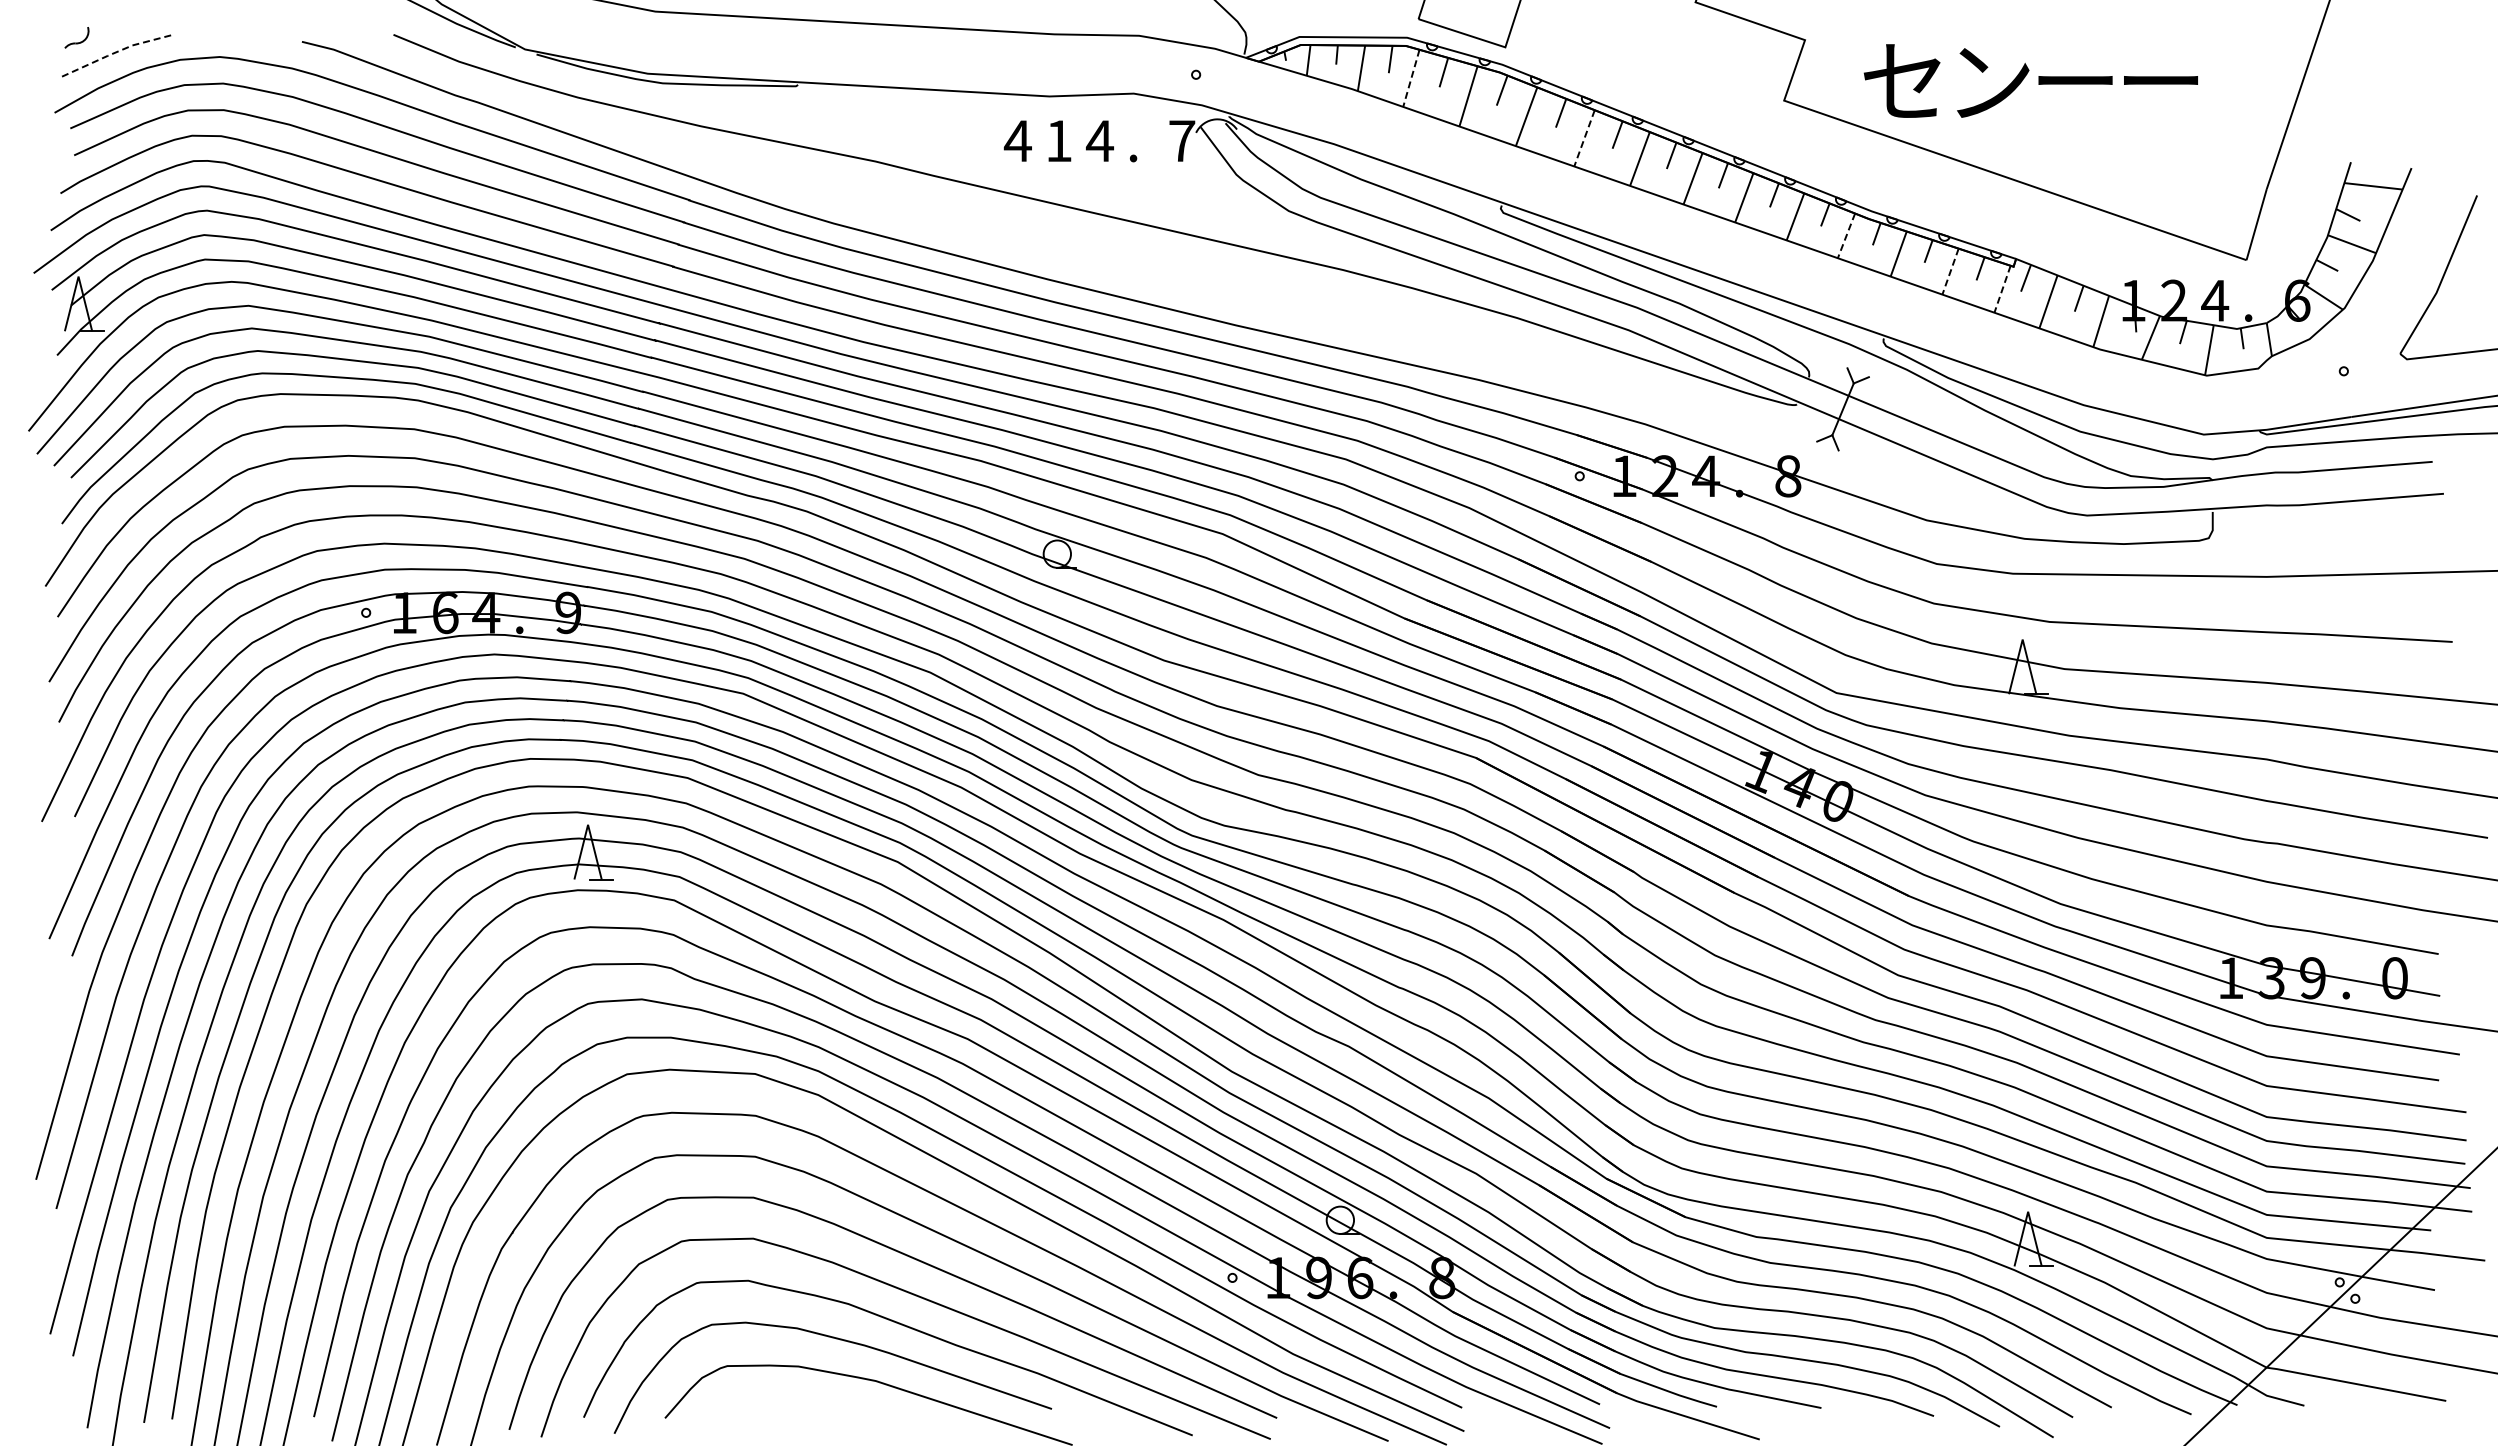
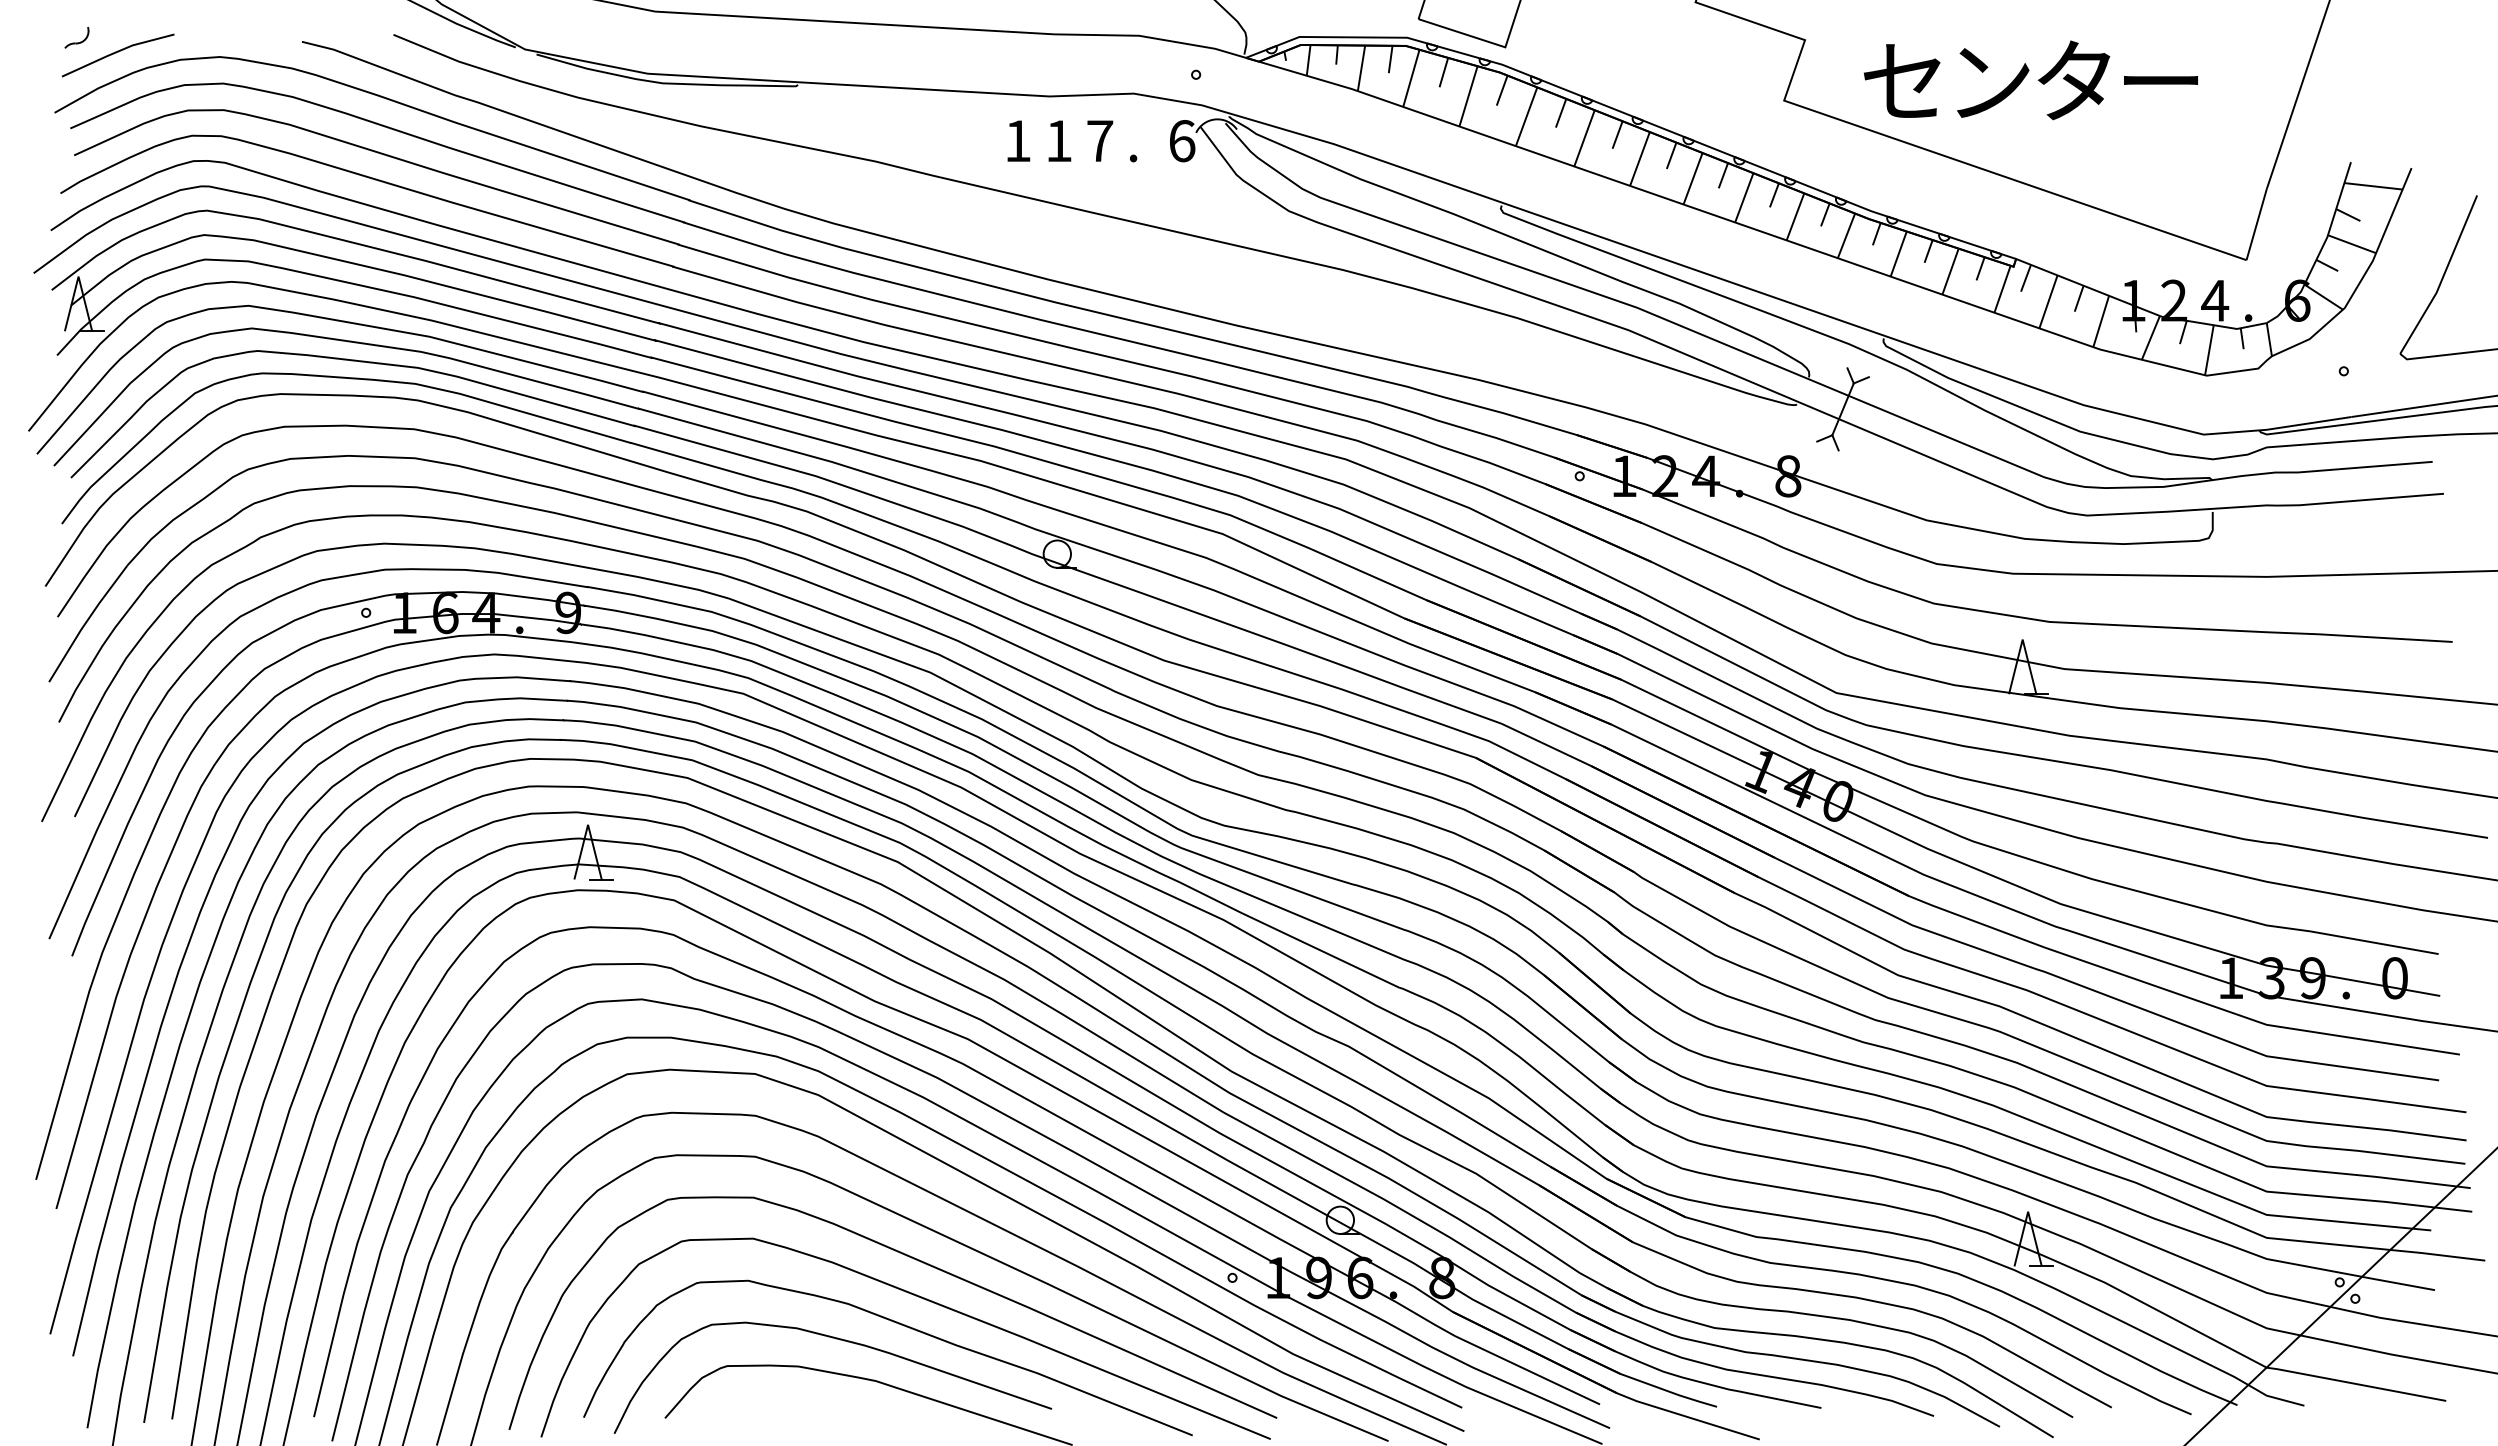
line at (117, 51): dashed -> solid
line at (1411, 78): dashed -> solid
text at (2074, 80): ー -> タ
line at (1584, 138): dashed -> solid
text at (1017, 140): 4 -> 1
text at (1099, 140): 4 -> 7
text at (1182, 141): 7 -> 6
line at (1846, 235): dashed -> solid
line at (1950, 272): dashed -> solid
line at (2002, 289): dashed -> solid
